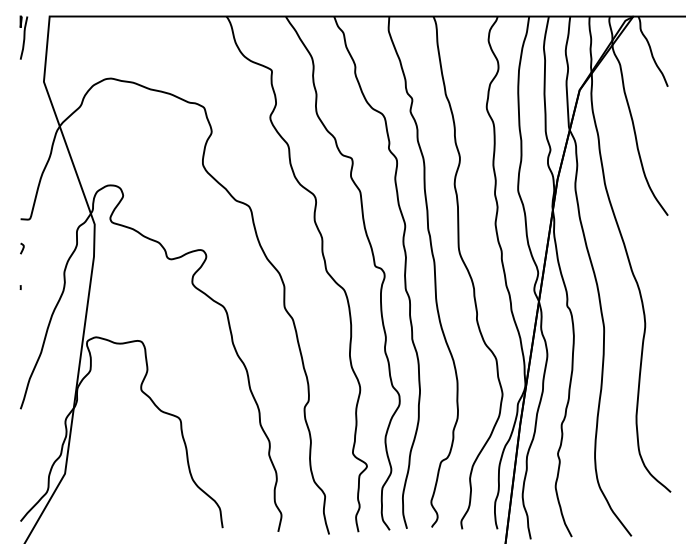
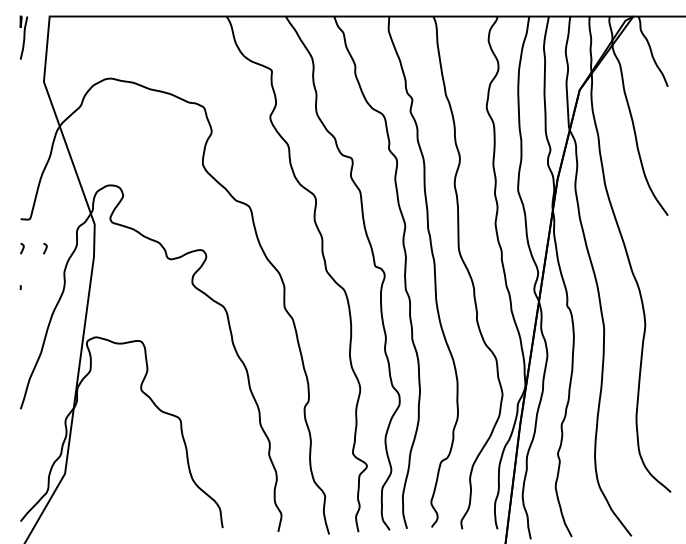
curve at (45, 248): none -> present
